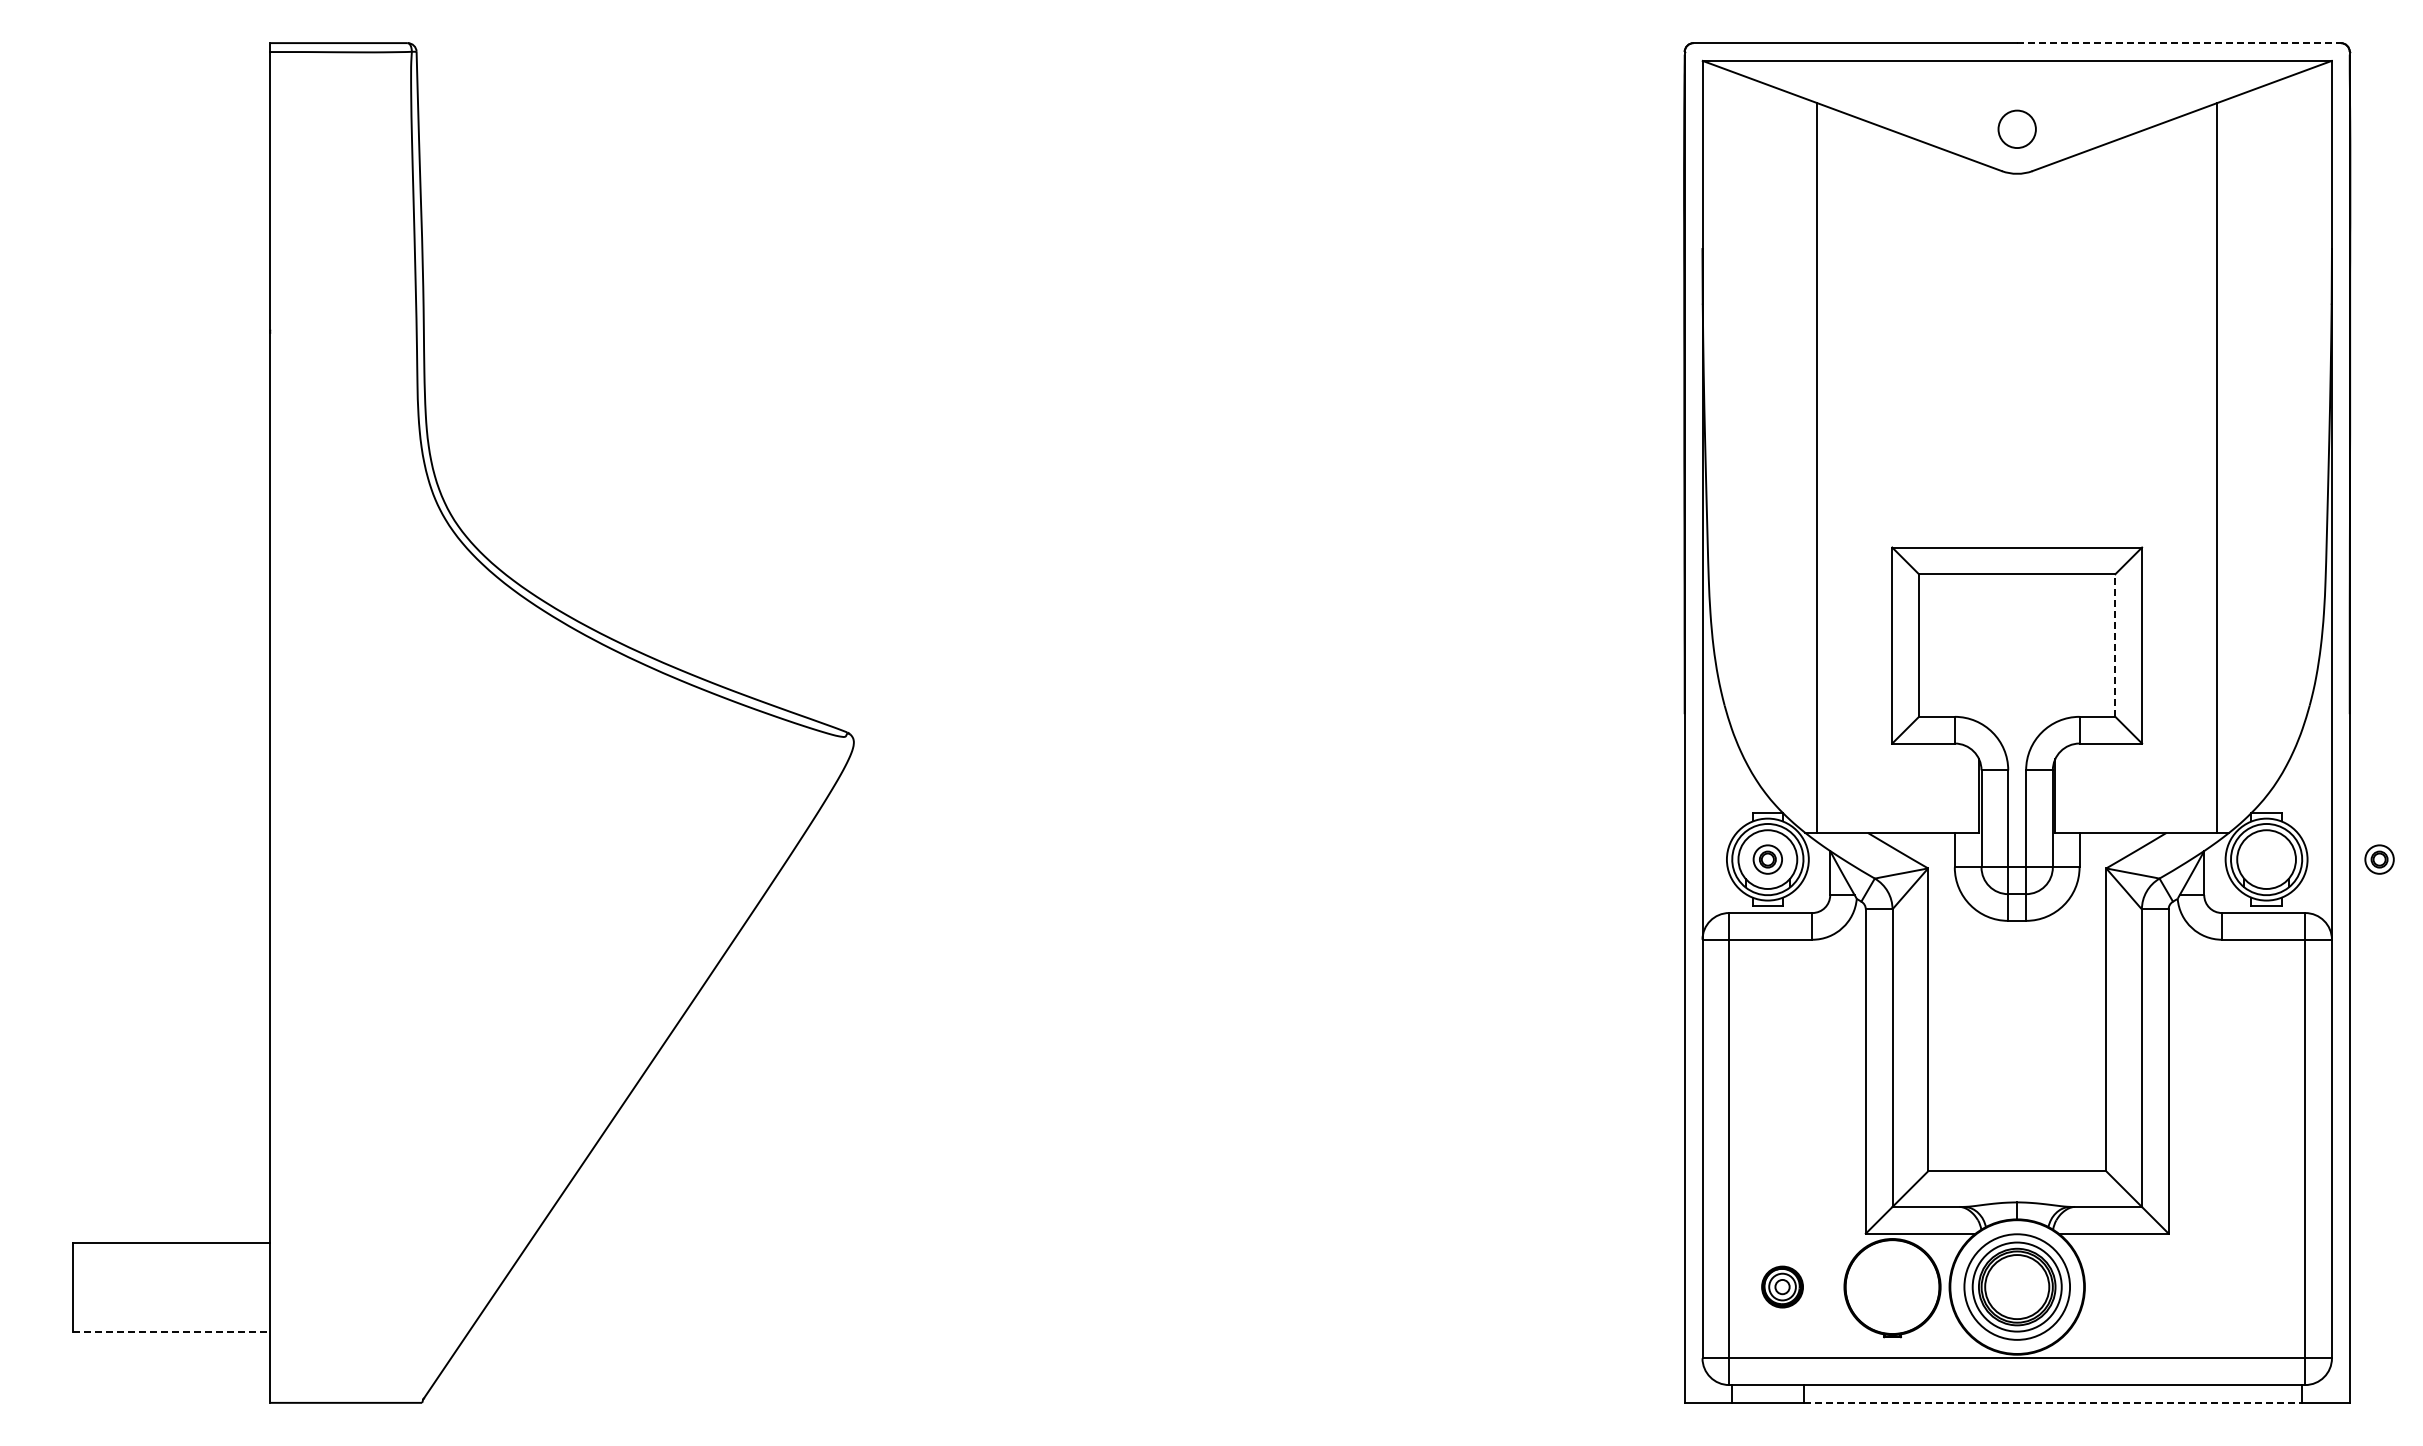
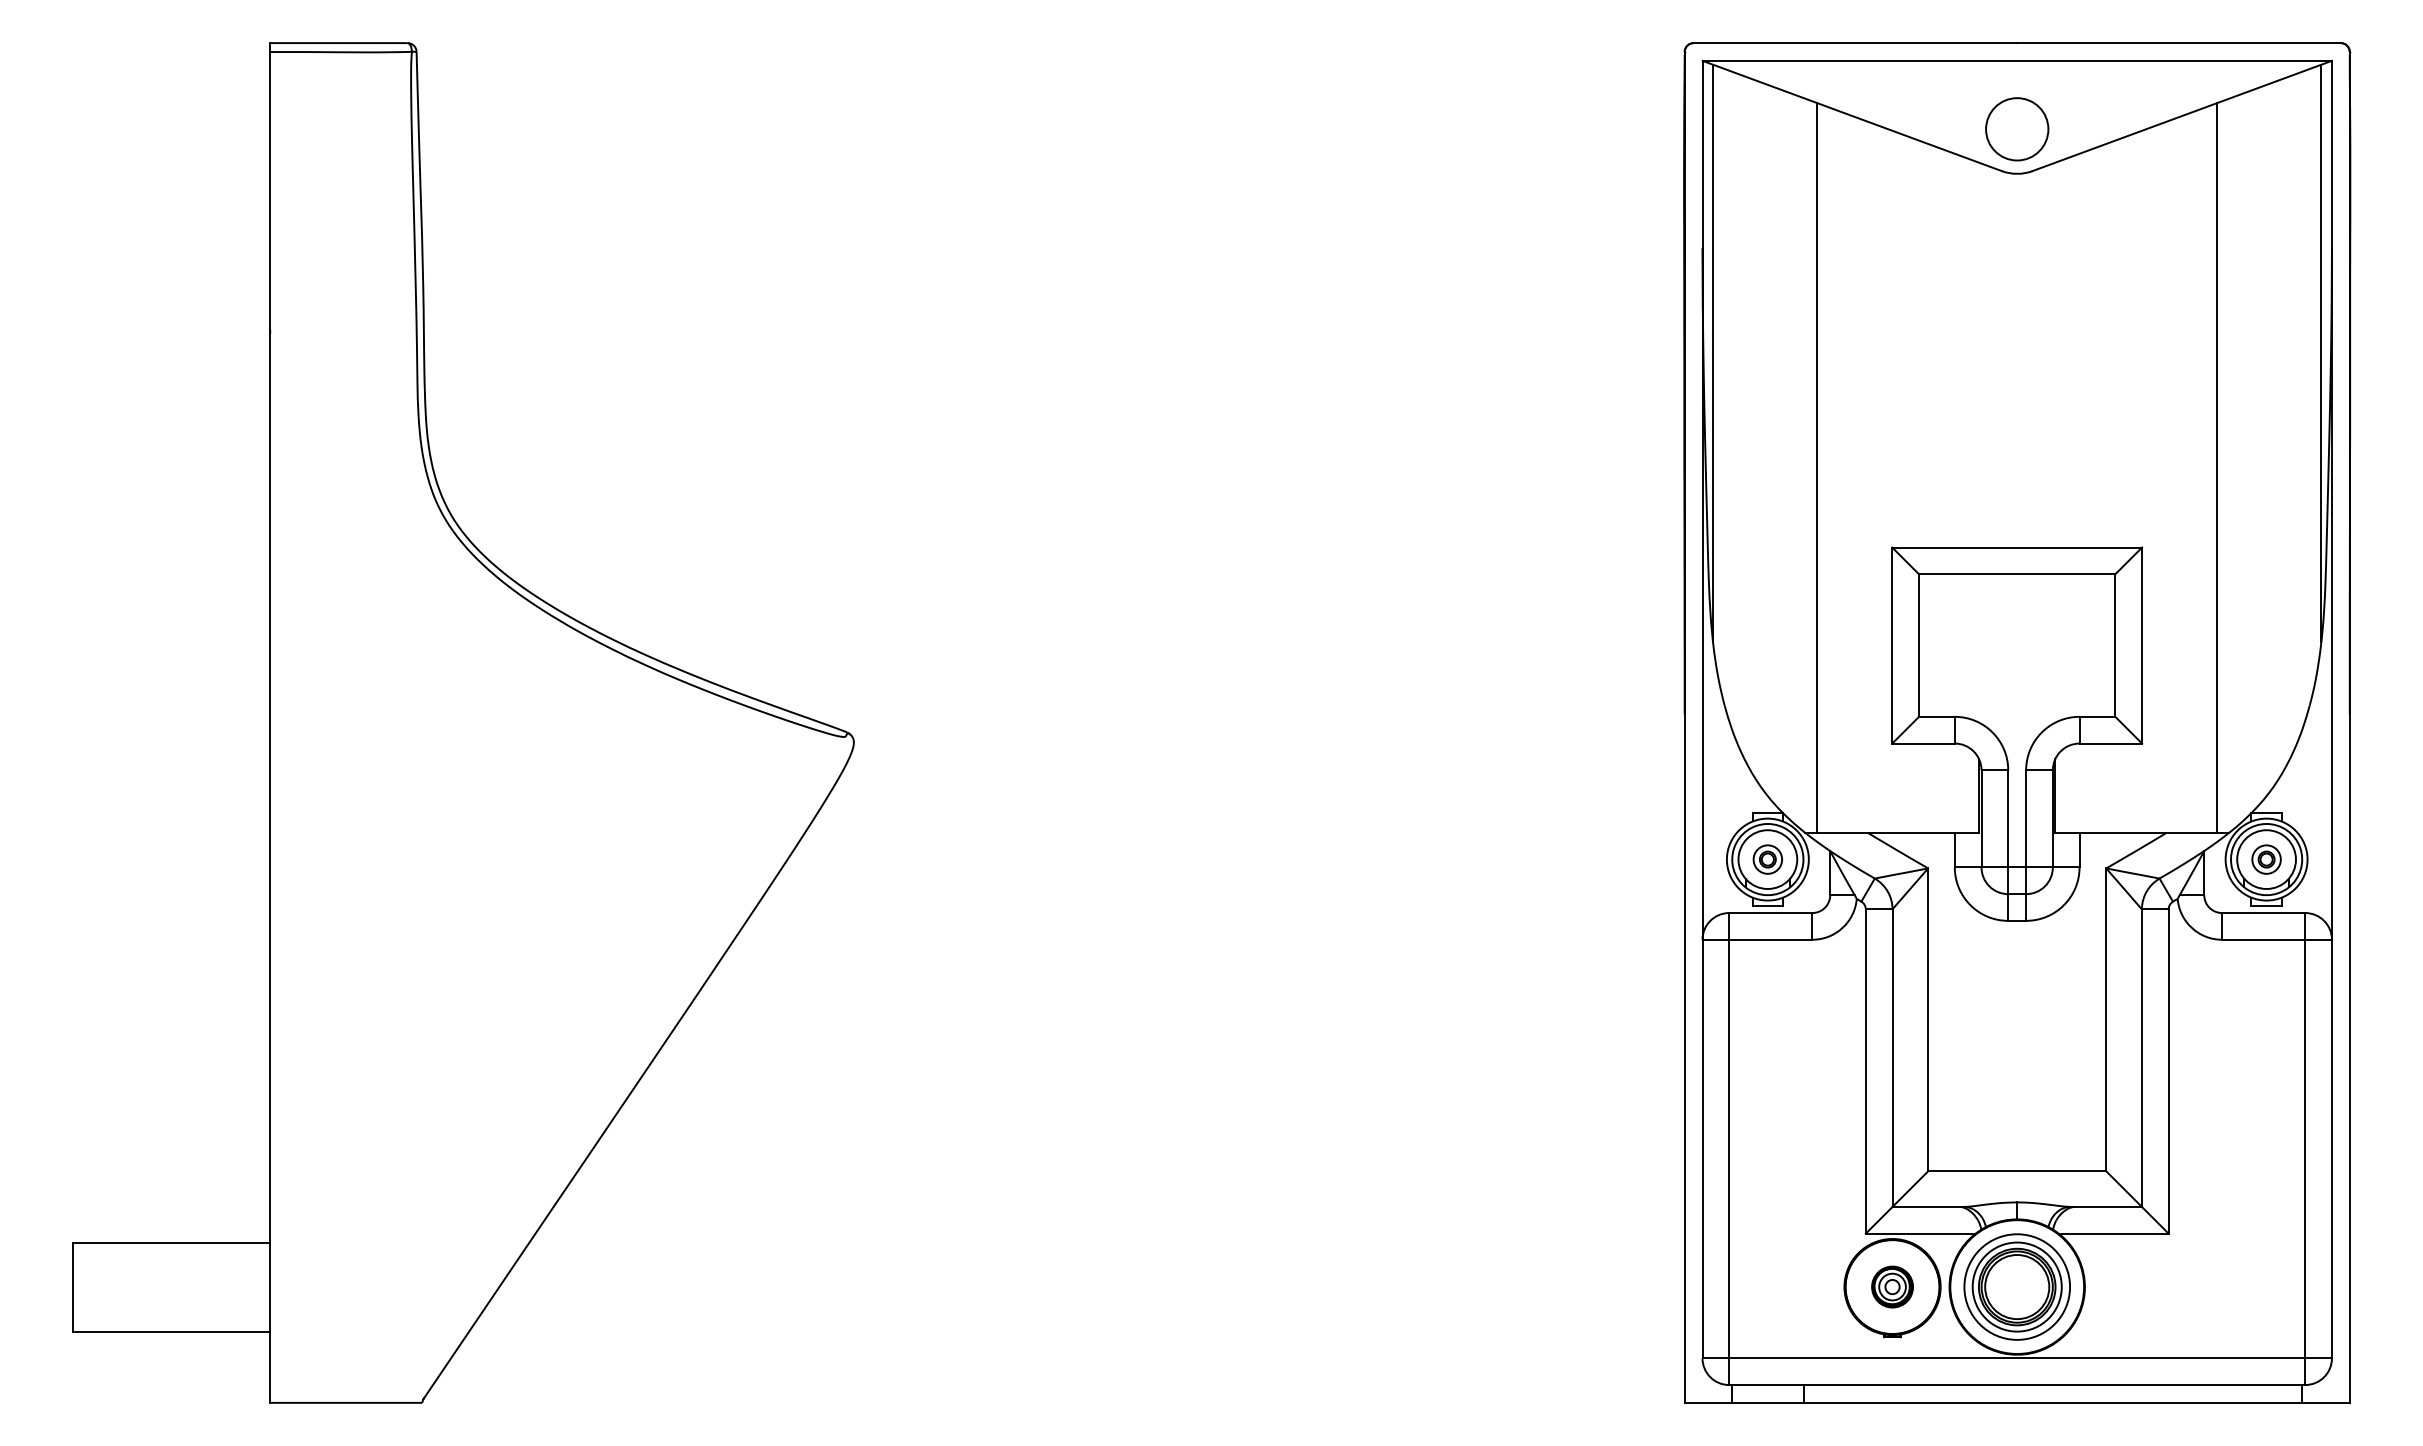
line at (2179, 43): dashed -> solid
circle at (2016, 129) diameter: 37 px -> 62 px
line at (1713, 353): none -> present
line at (2321, 353): none -> present
line at (2115, 645): dashed -> solid
part at (2379, 859) position: (2379, 859) -> (2266, 859)
part at (1782, 1286) position: (1782, 1286) -> (1892, 1286)
line at (171, 1331): dashed -> solid
line at (2053, 1402): dashed -> solid
